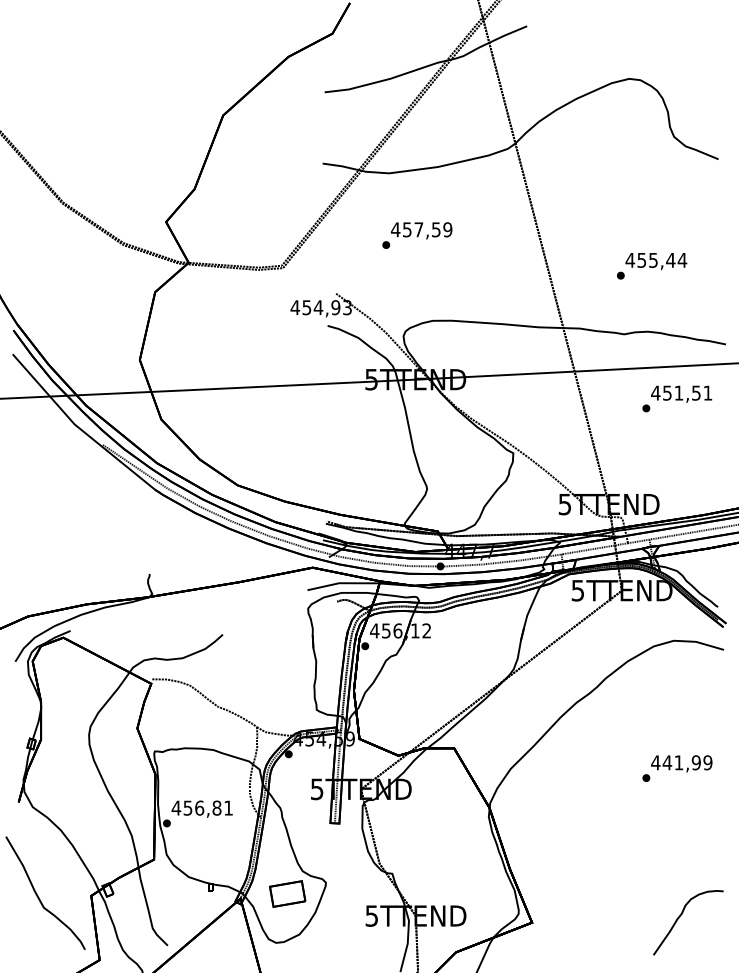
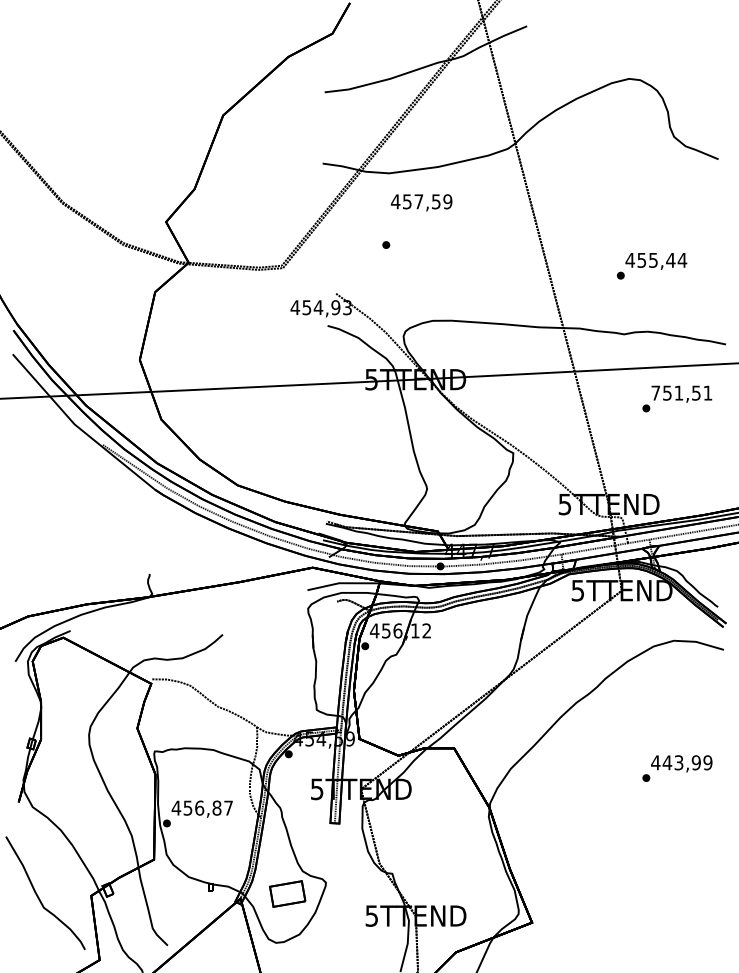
text at (421, 230) position: (421, 230) -> (421, 202)
text at (655, 392): 451,51 -> 751,51
text at (678, 762): 441,99 -> 443,99
text at (228, 807): 456,81 -> 456,87
curve at (680, 917): present -> none
